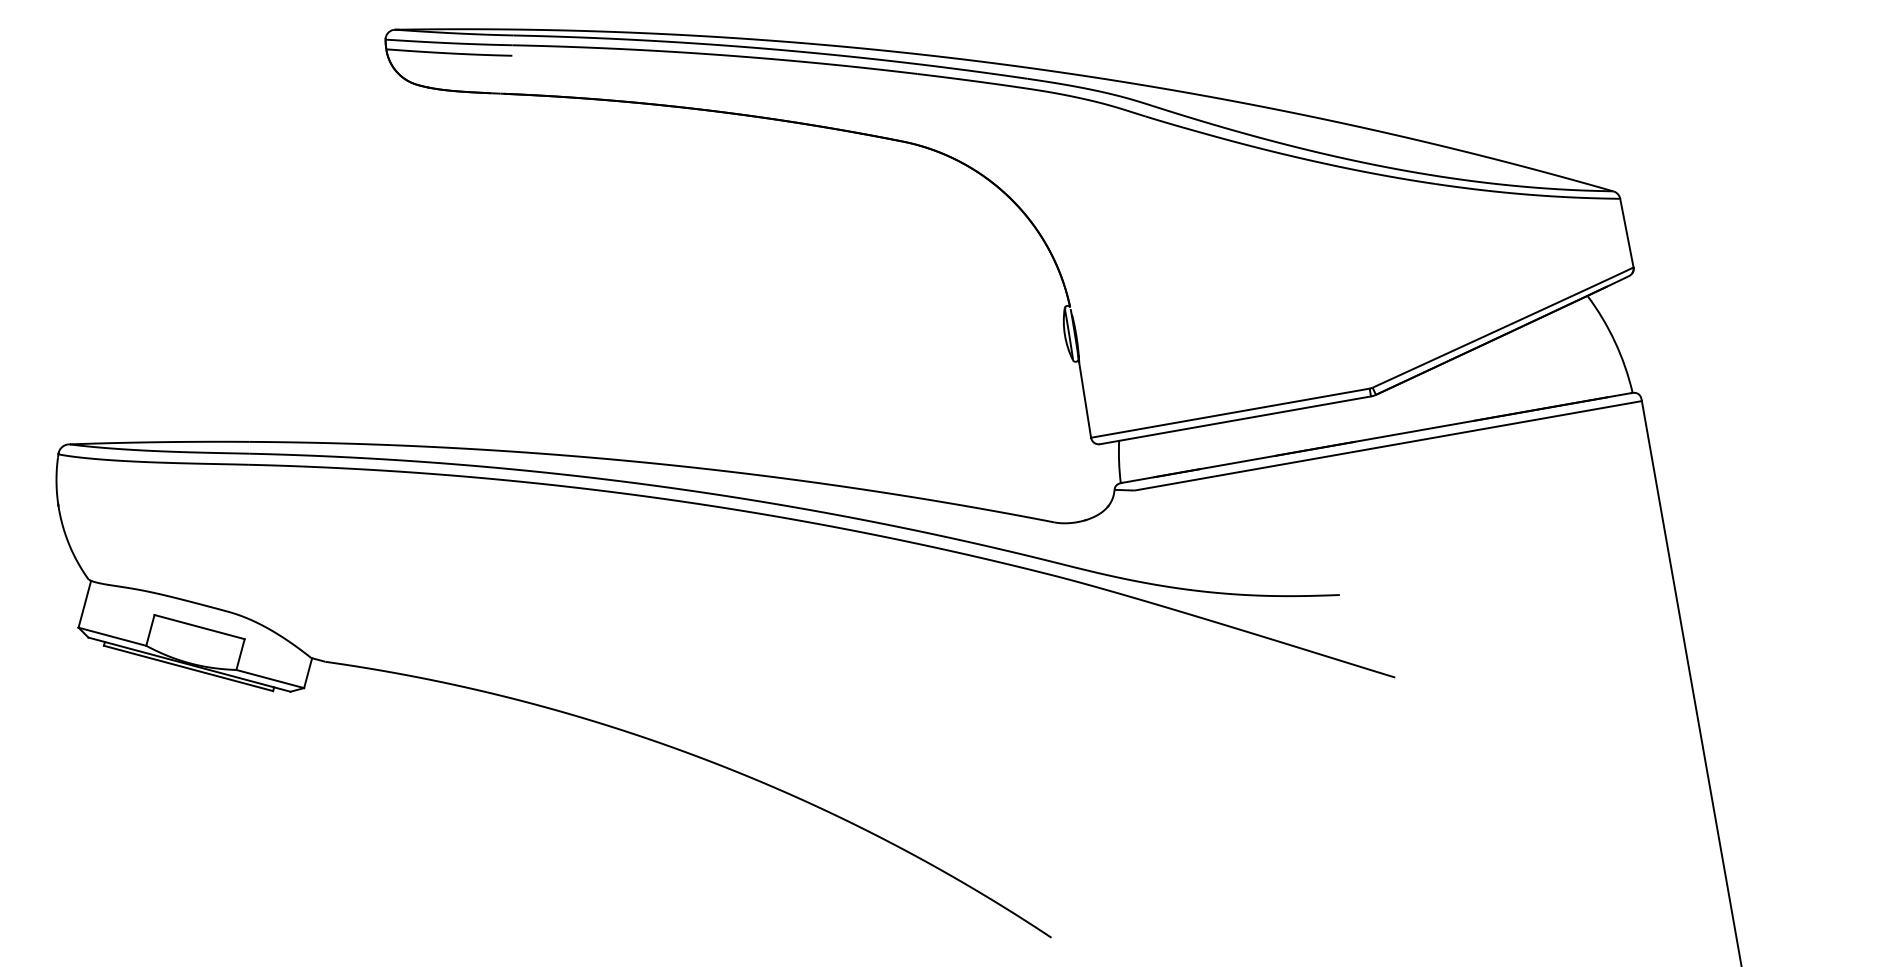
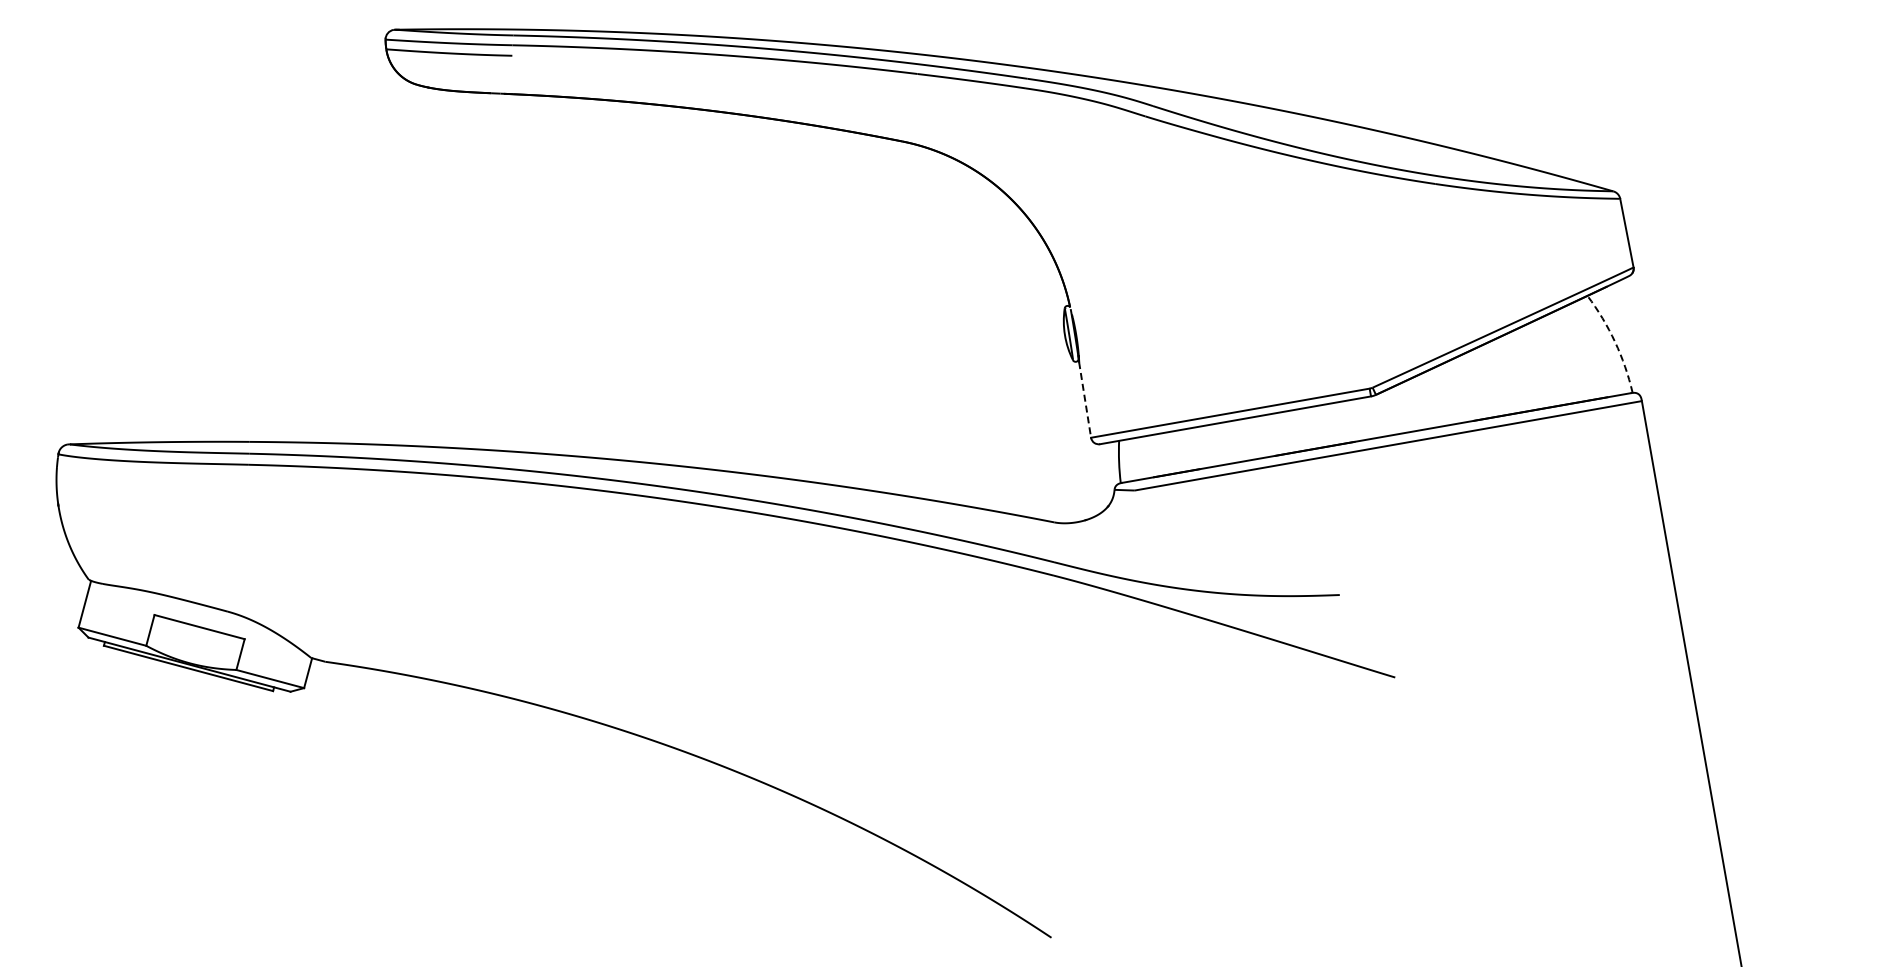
arc at (1615, 342): solid -> dashed
line at (1085, 400): solid -> dashed
